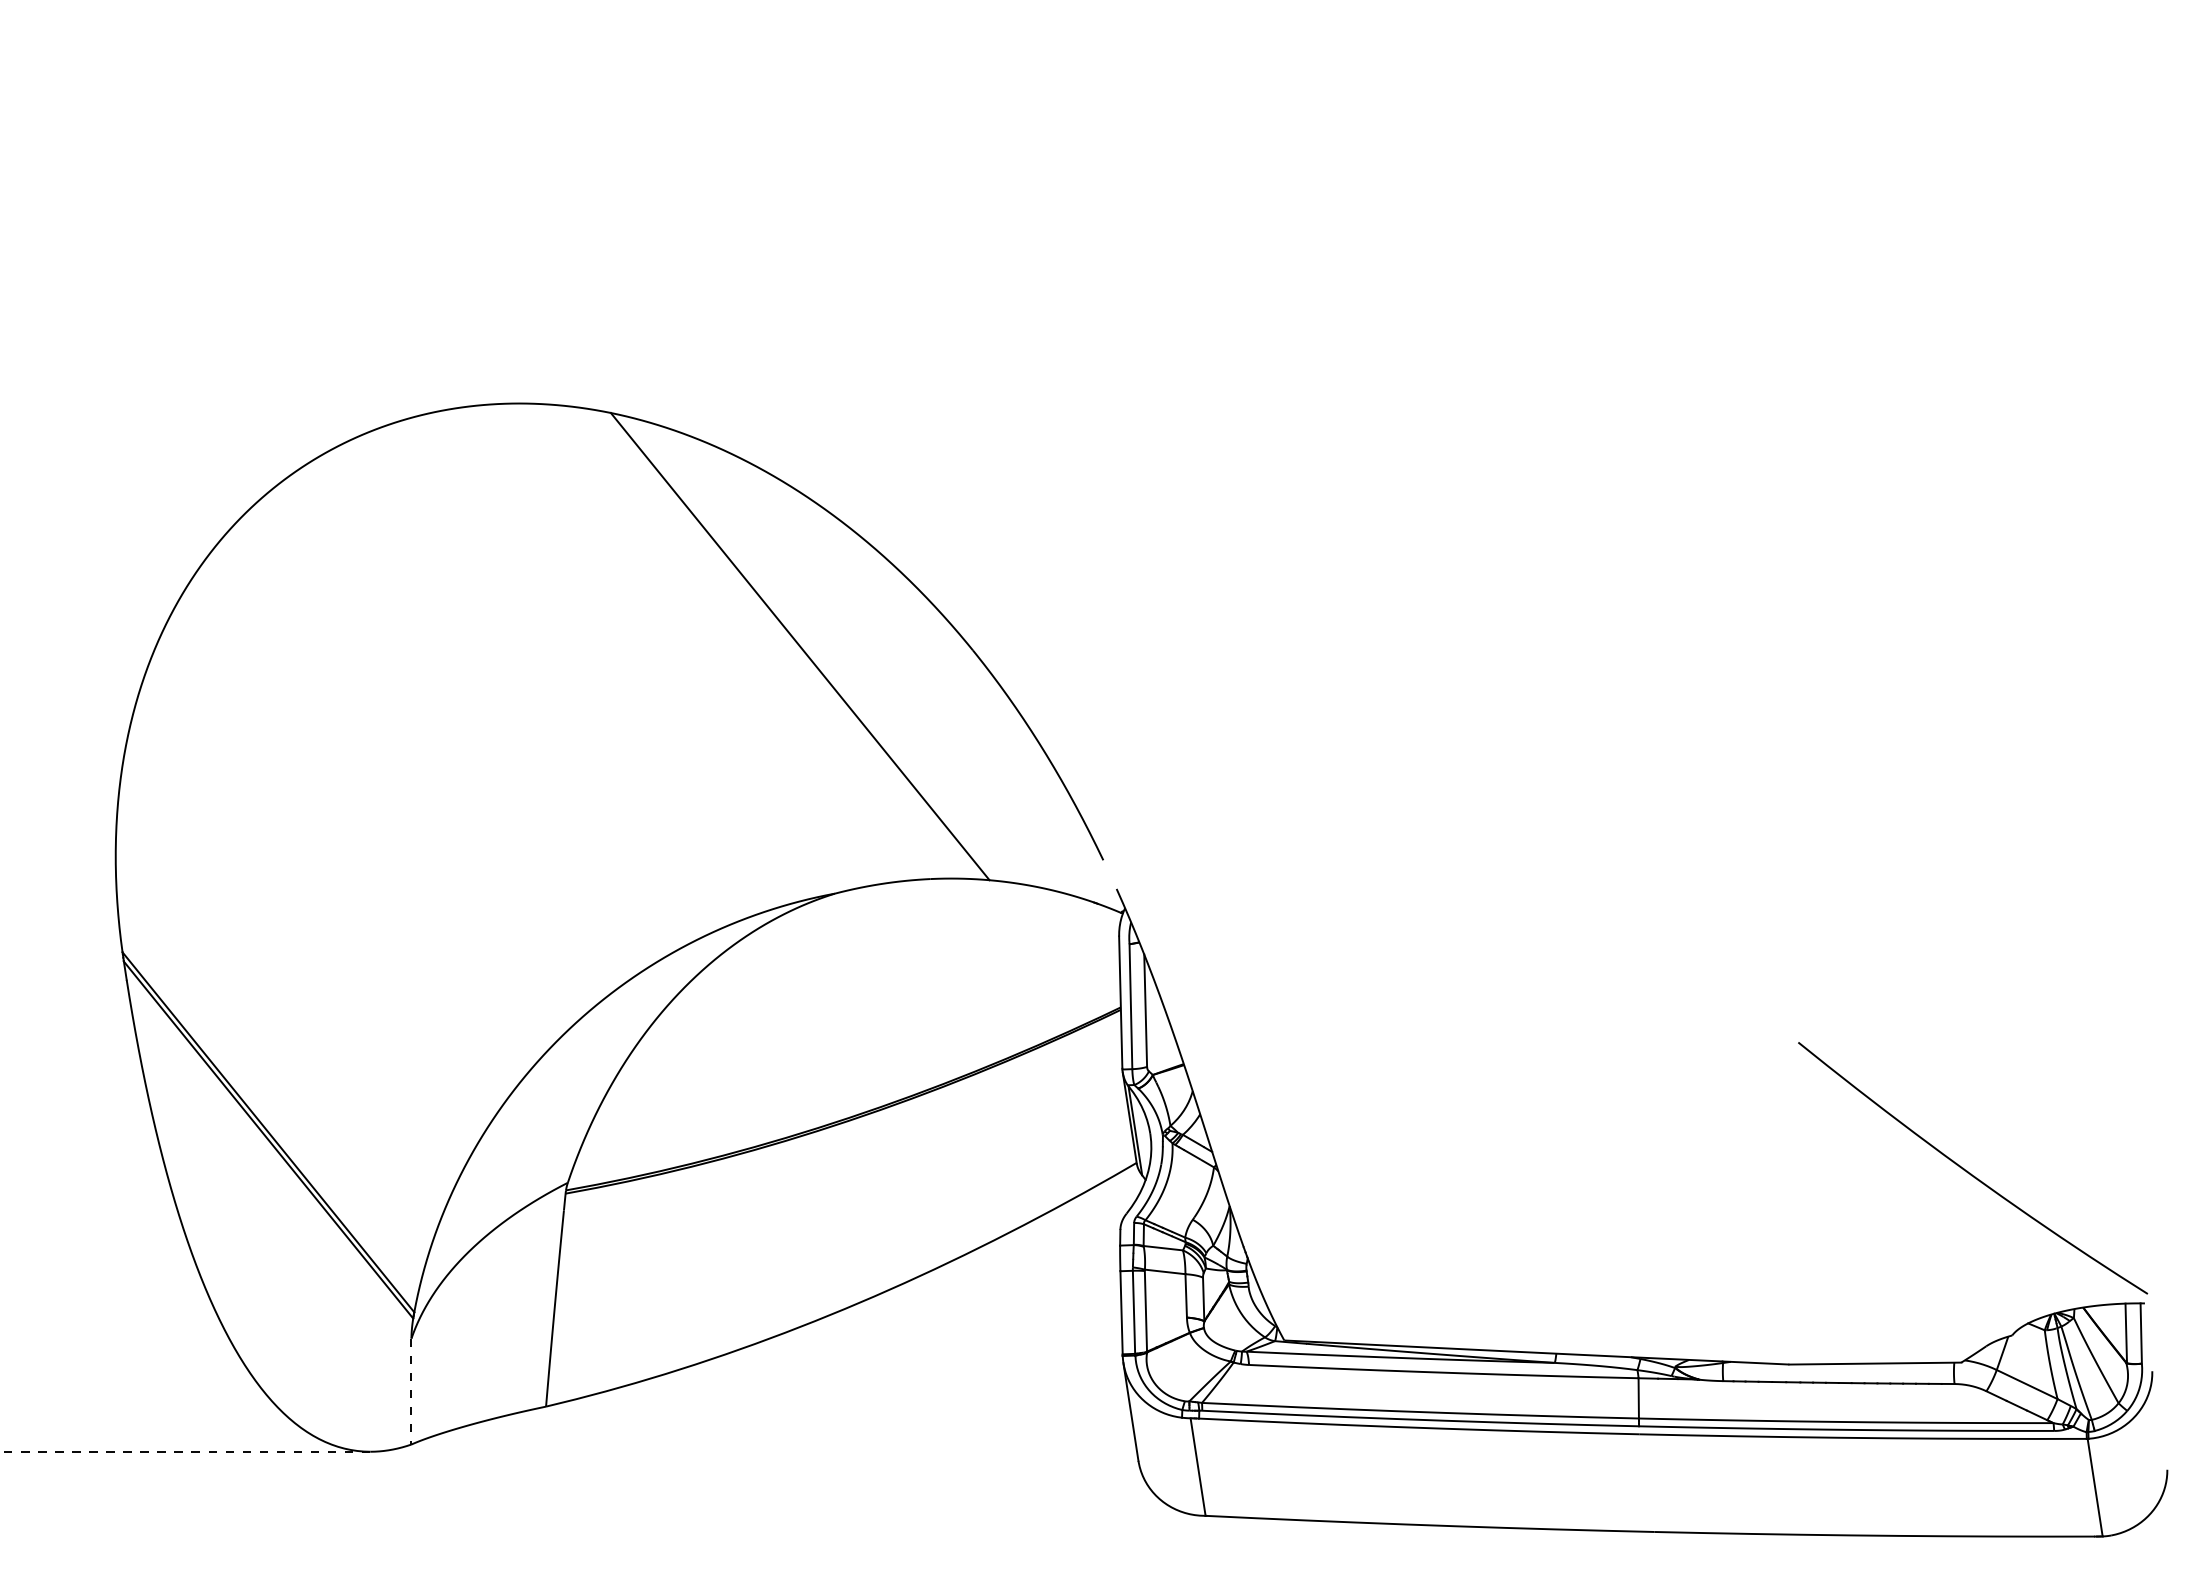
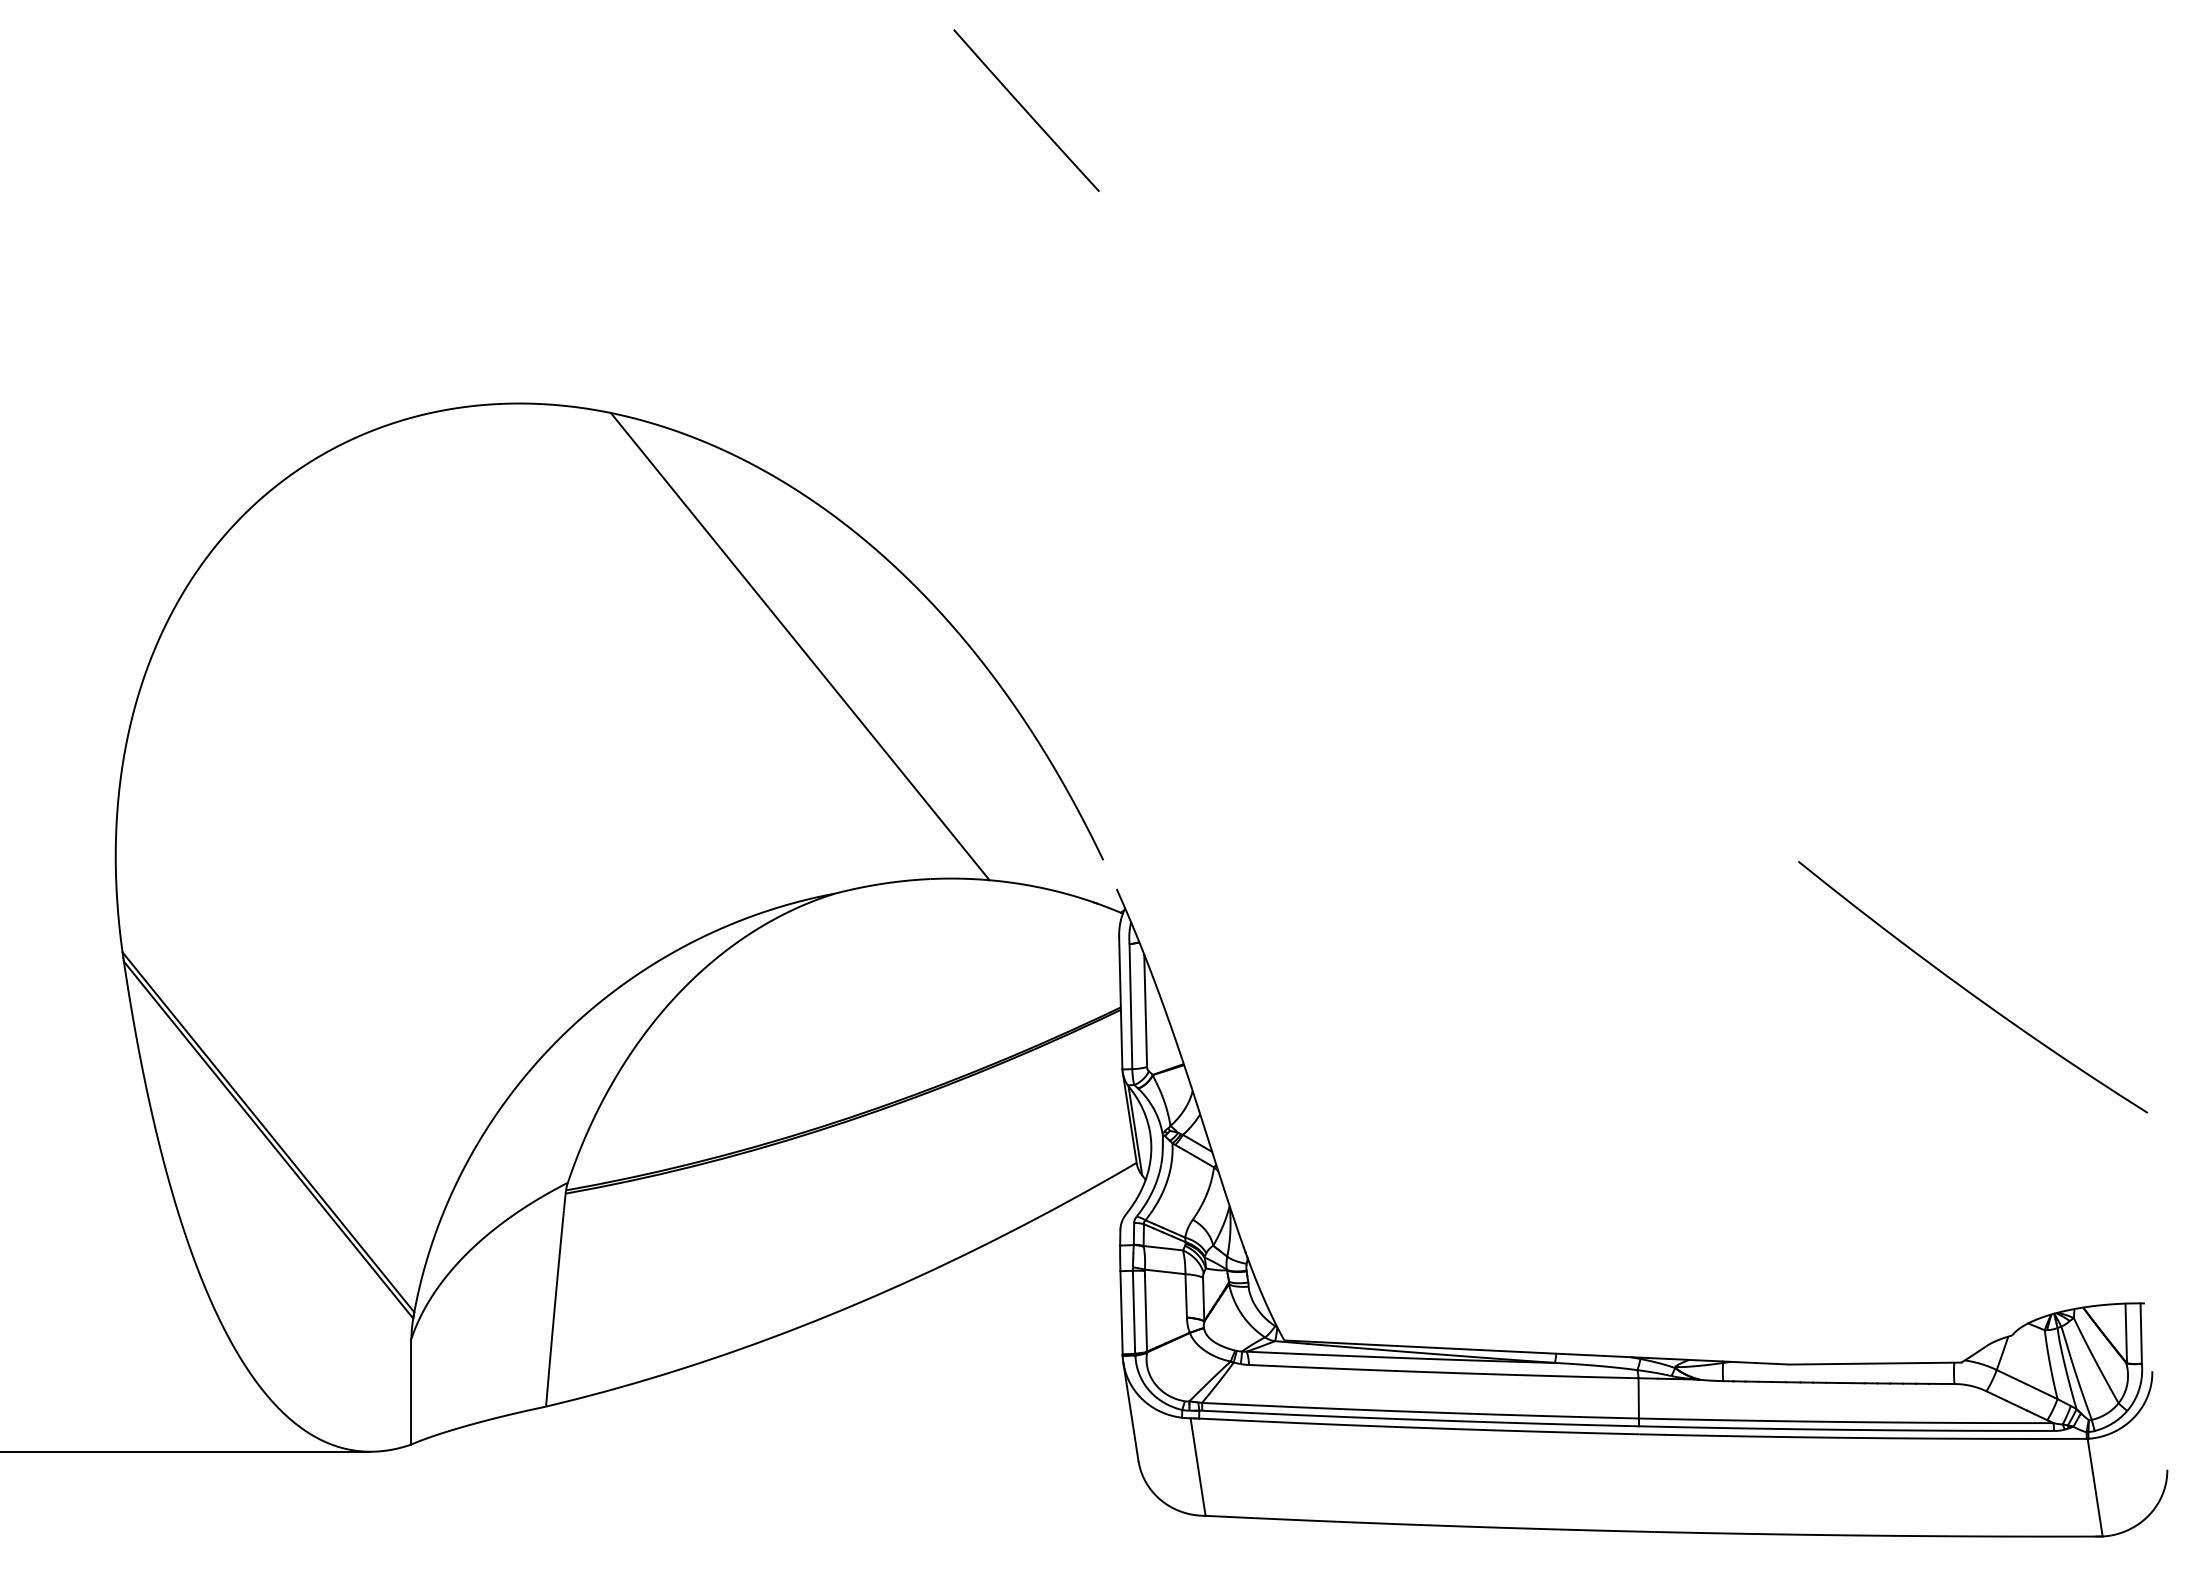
line at (1026, 110): none -> present
curve at (1971, 1173) position: (1971, 1173) -> (1971, 992)
line at (411, 1391): dashed -> solid
line at (185, 1451): dashed -> solid
